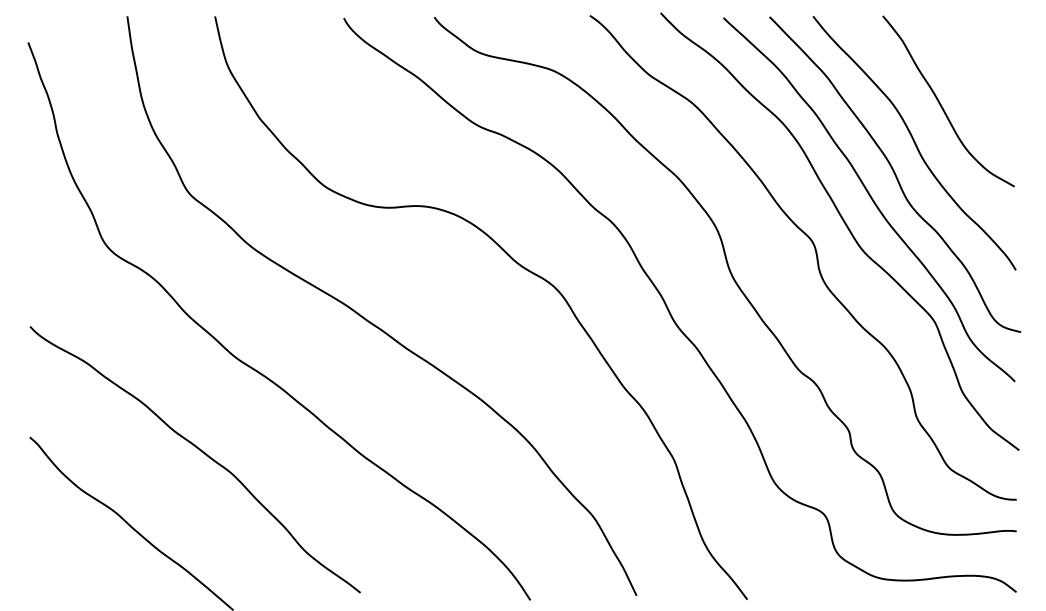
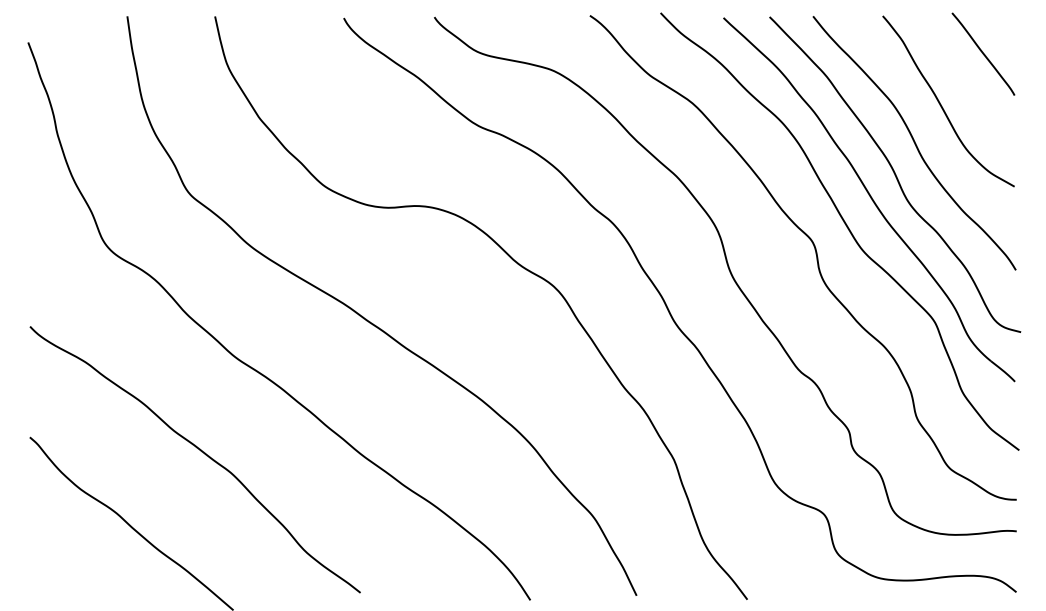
line at (983, 53): none -> present
